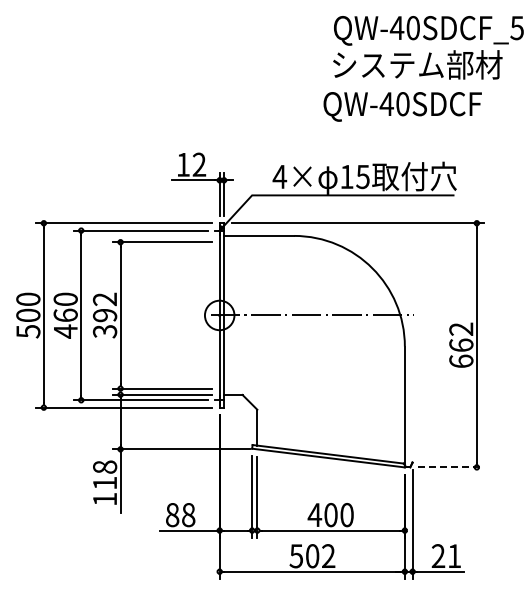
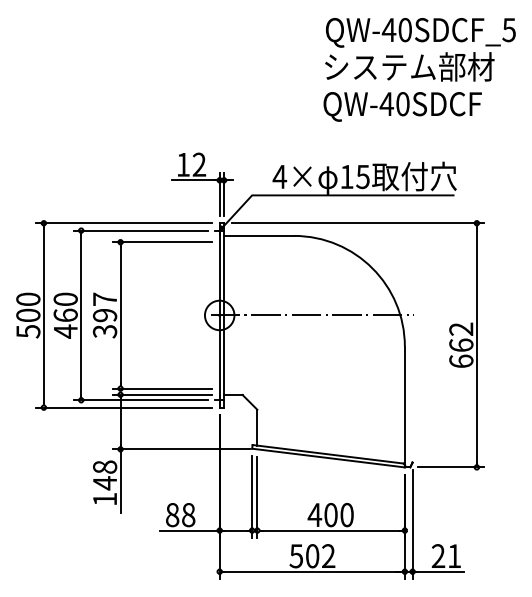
text at (428, 47) position: (428, 47) -> (420, 49)
text at (104, 299): 392 -> 397
line at (451, 467): dashed -> solid
text at (104, 483): 118 -> 148
